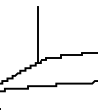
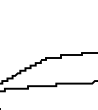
line at (38, 34): present -> none
